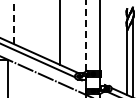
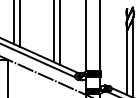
line at (13, 22): dashed -> solid
line at (19, 24): none -> present
line at (53, 32): none -> present
line at (86, 35): dashed -> solid
